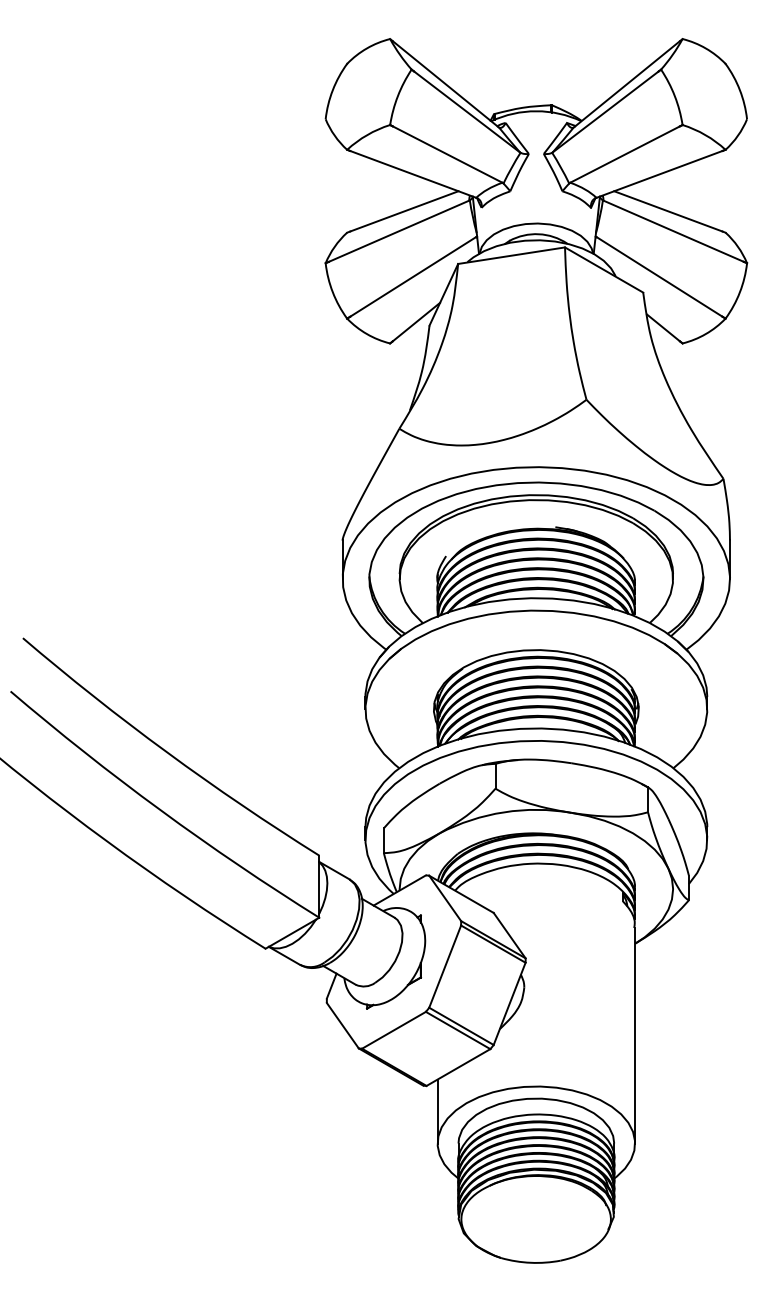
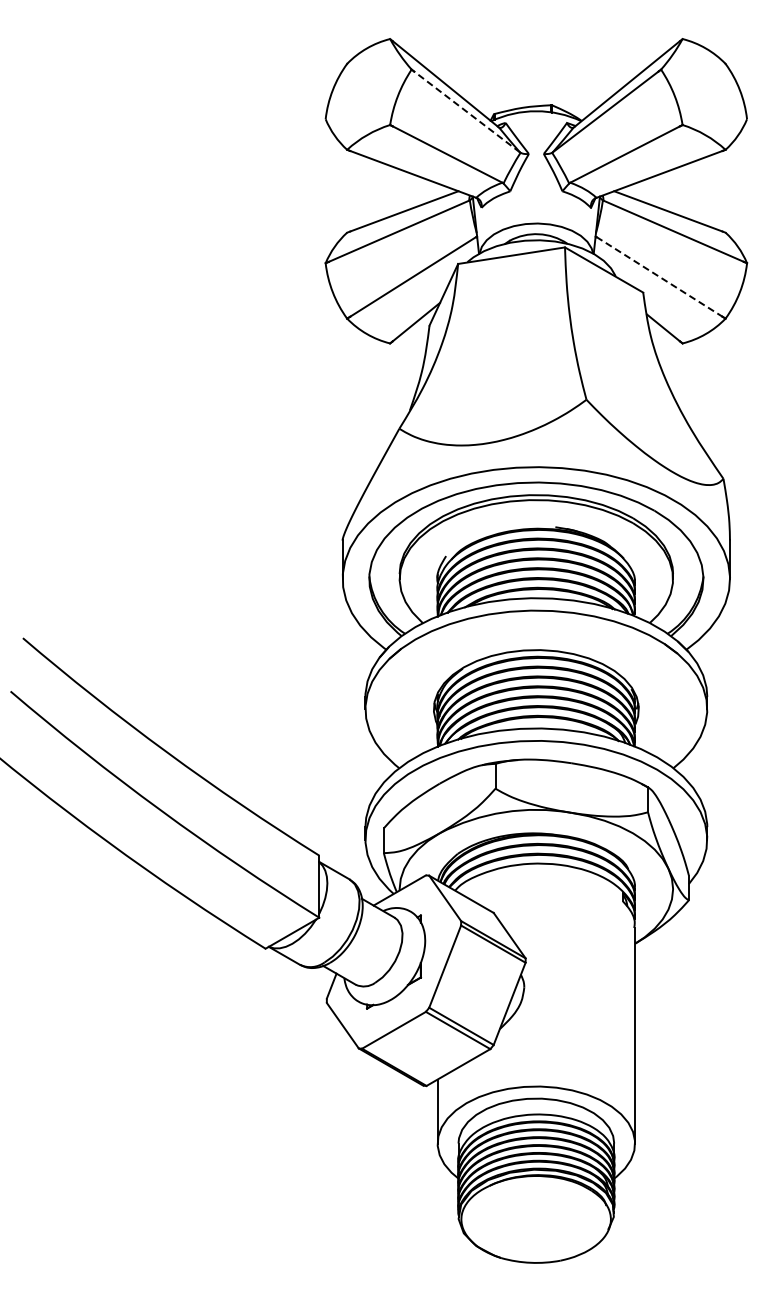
line at (467, 111): solid -> dashed
line at (659, 276): solid -> dashed
